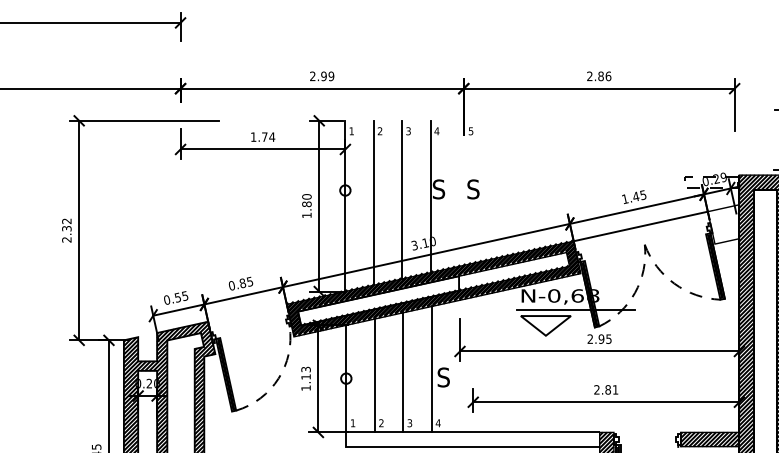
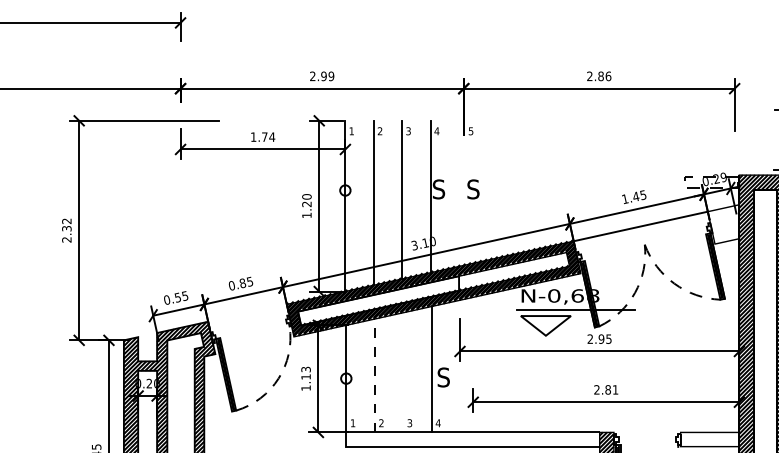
text at (306, 204): 1.80 -> 1.20
line at (403, 372): present -> none
line at (374, 375): solid -> dashed
hatch at (709, 439): present -> none
